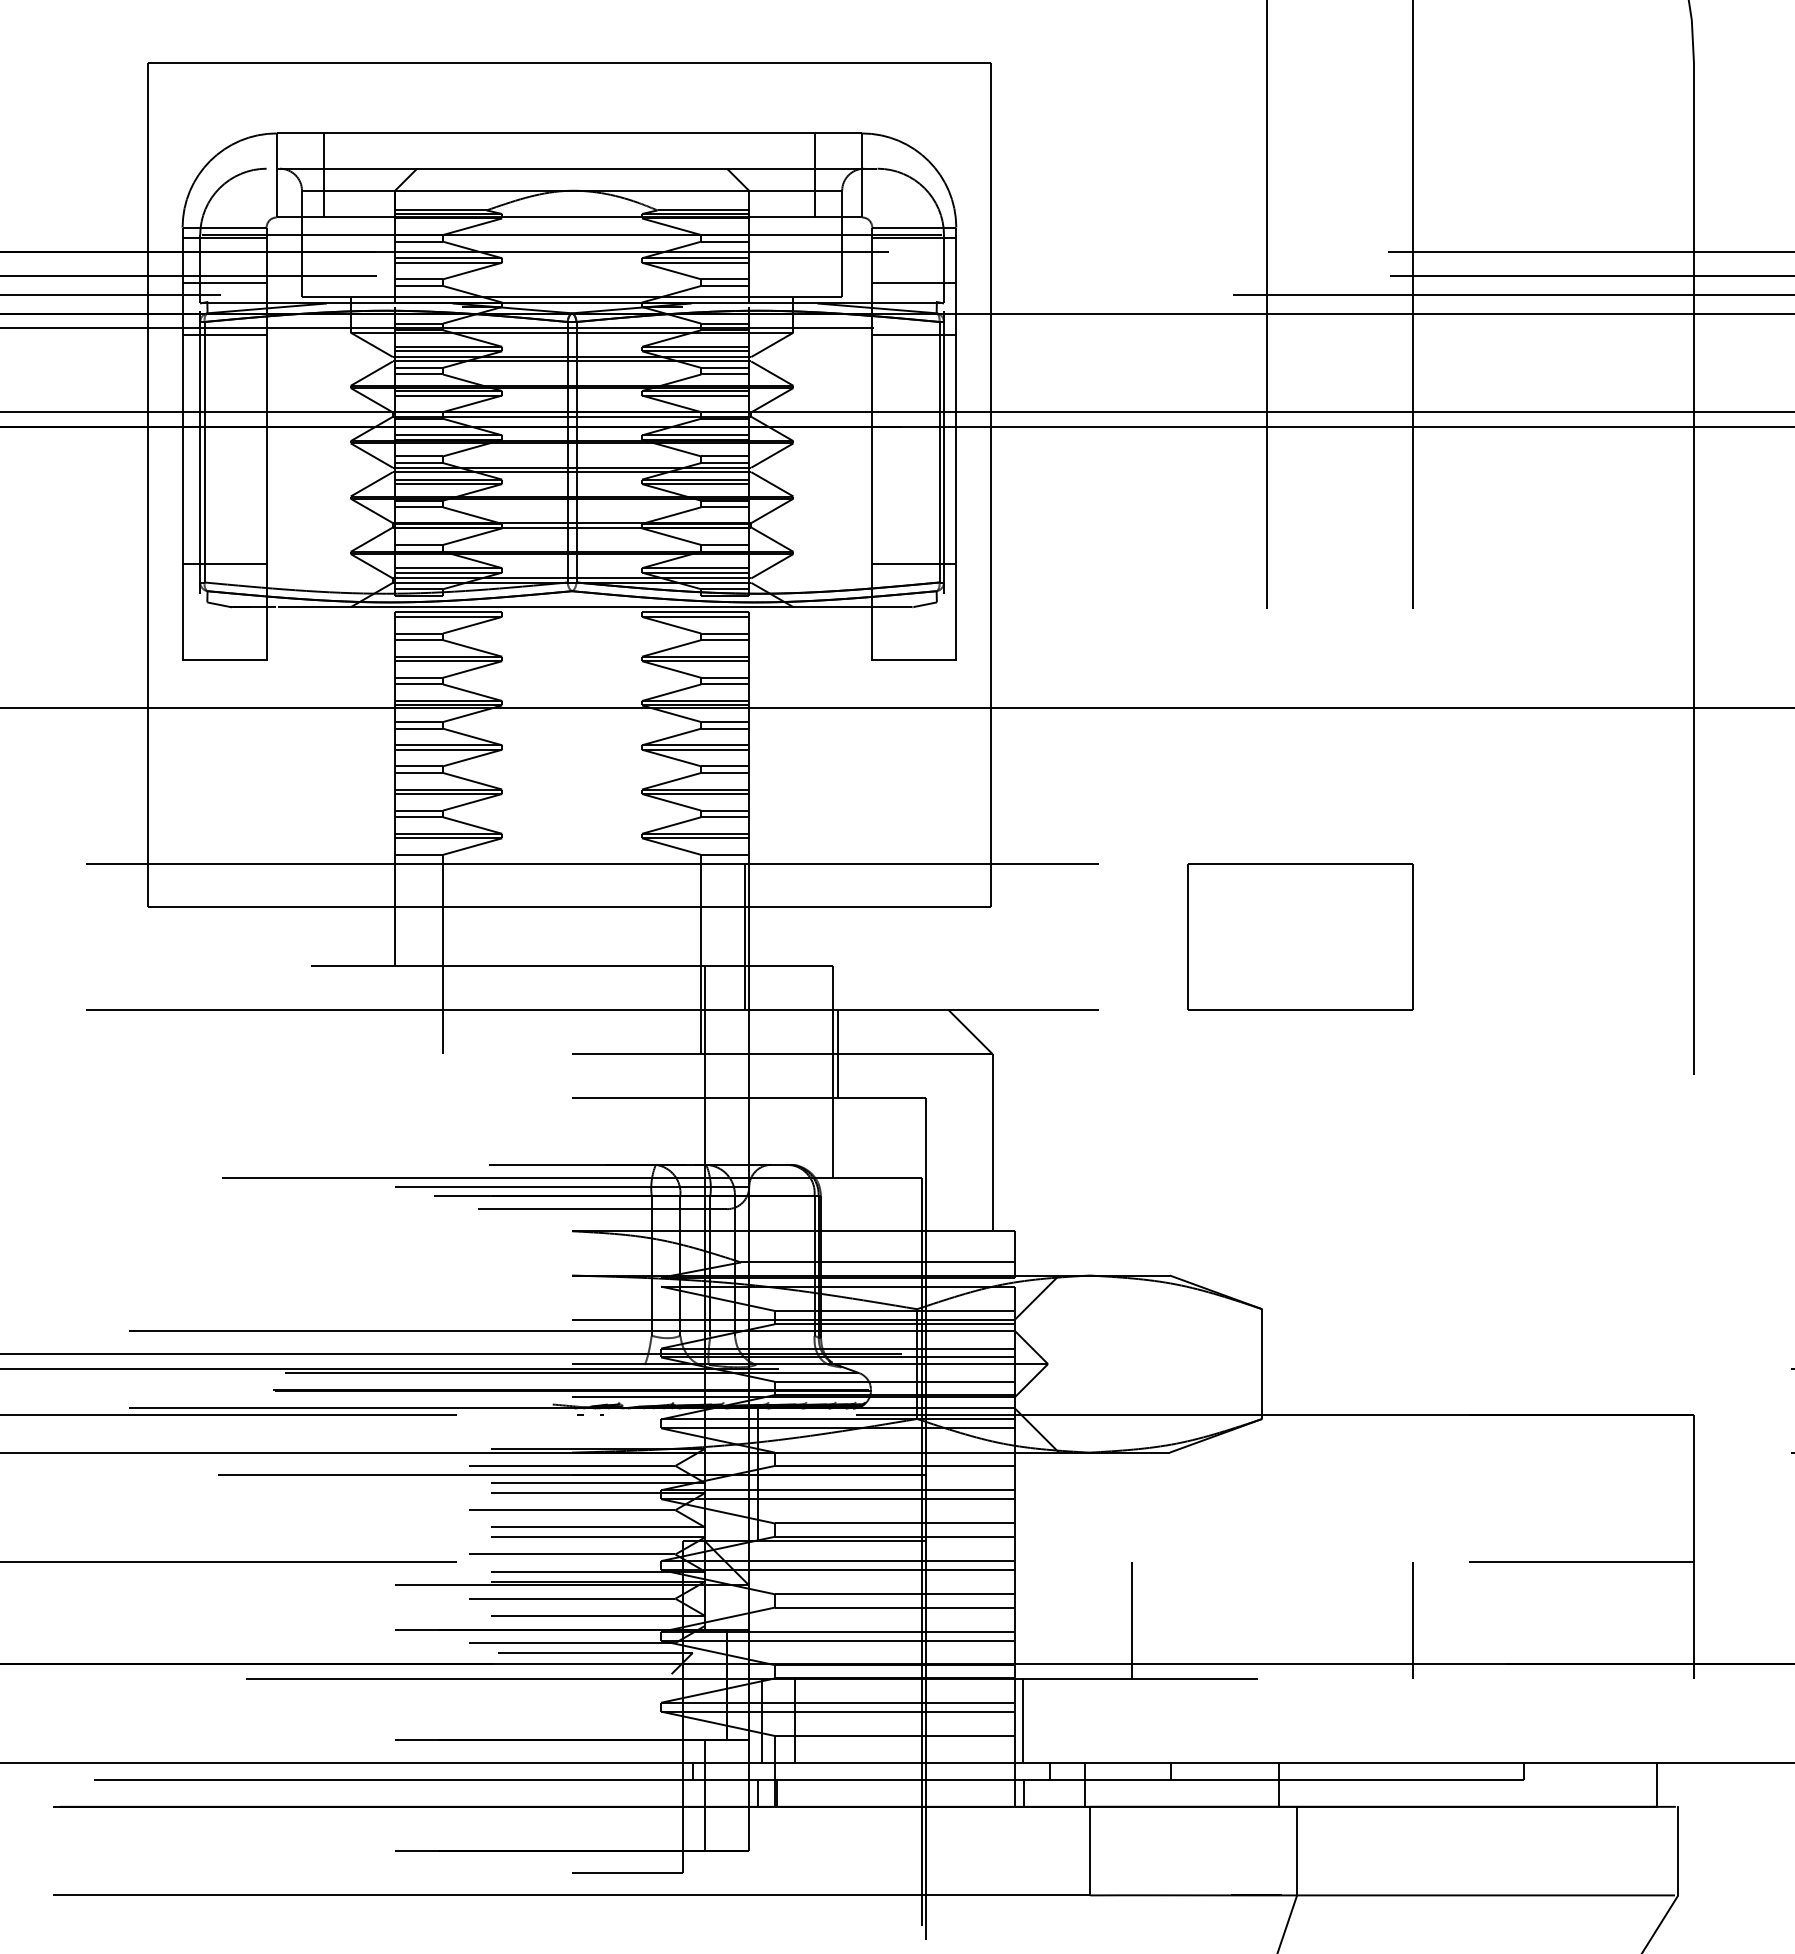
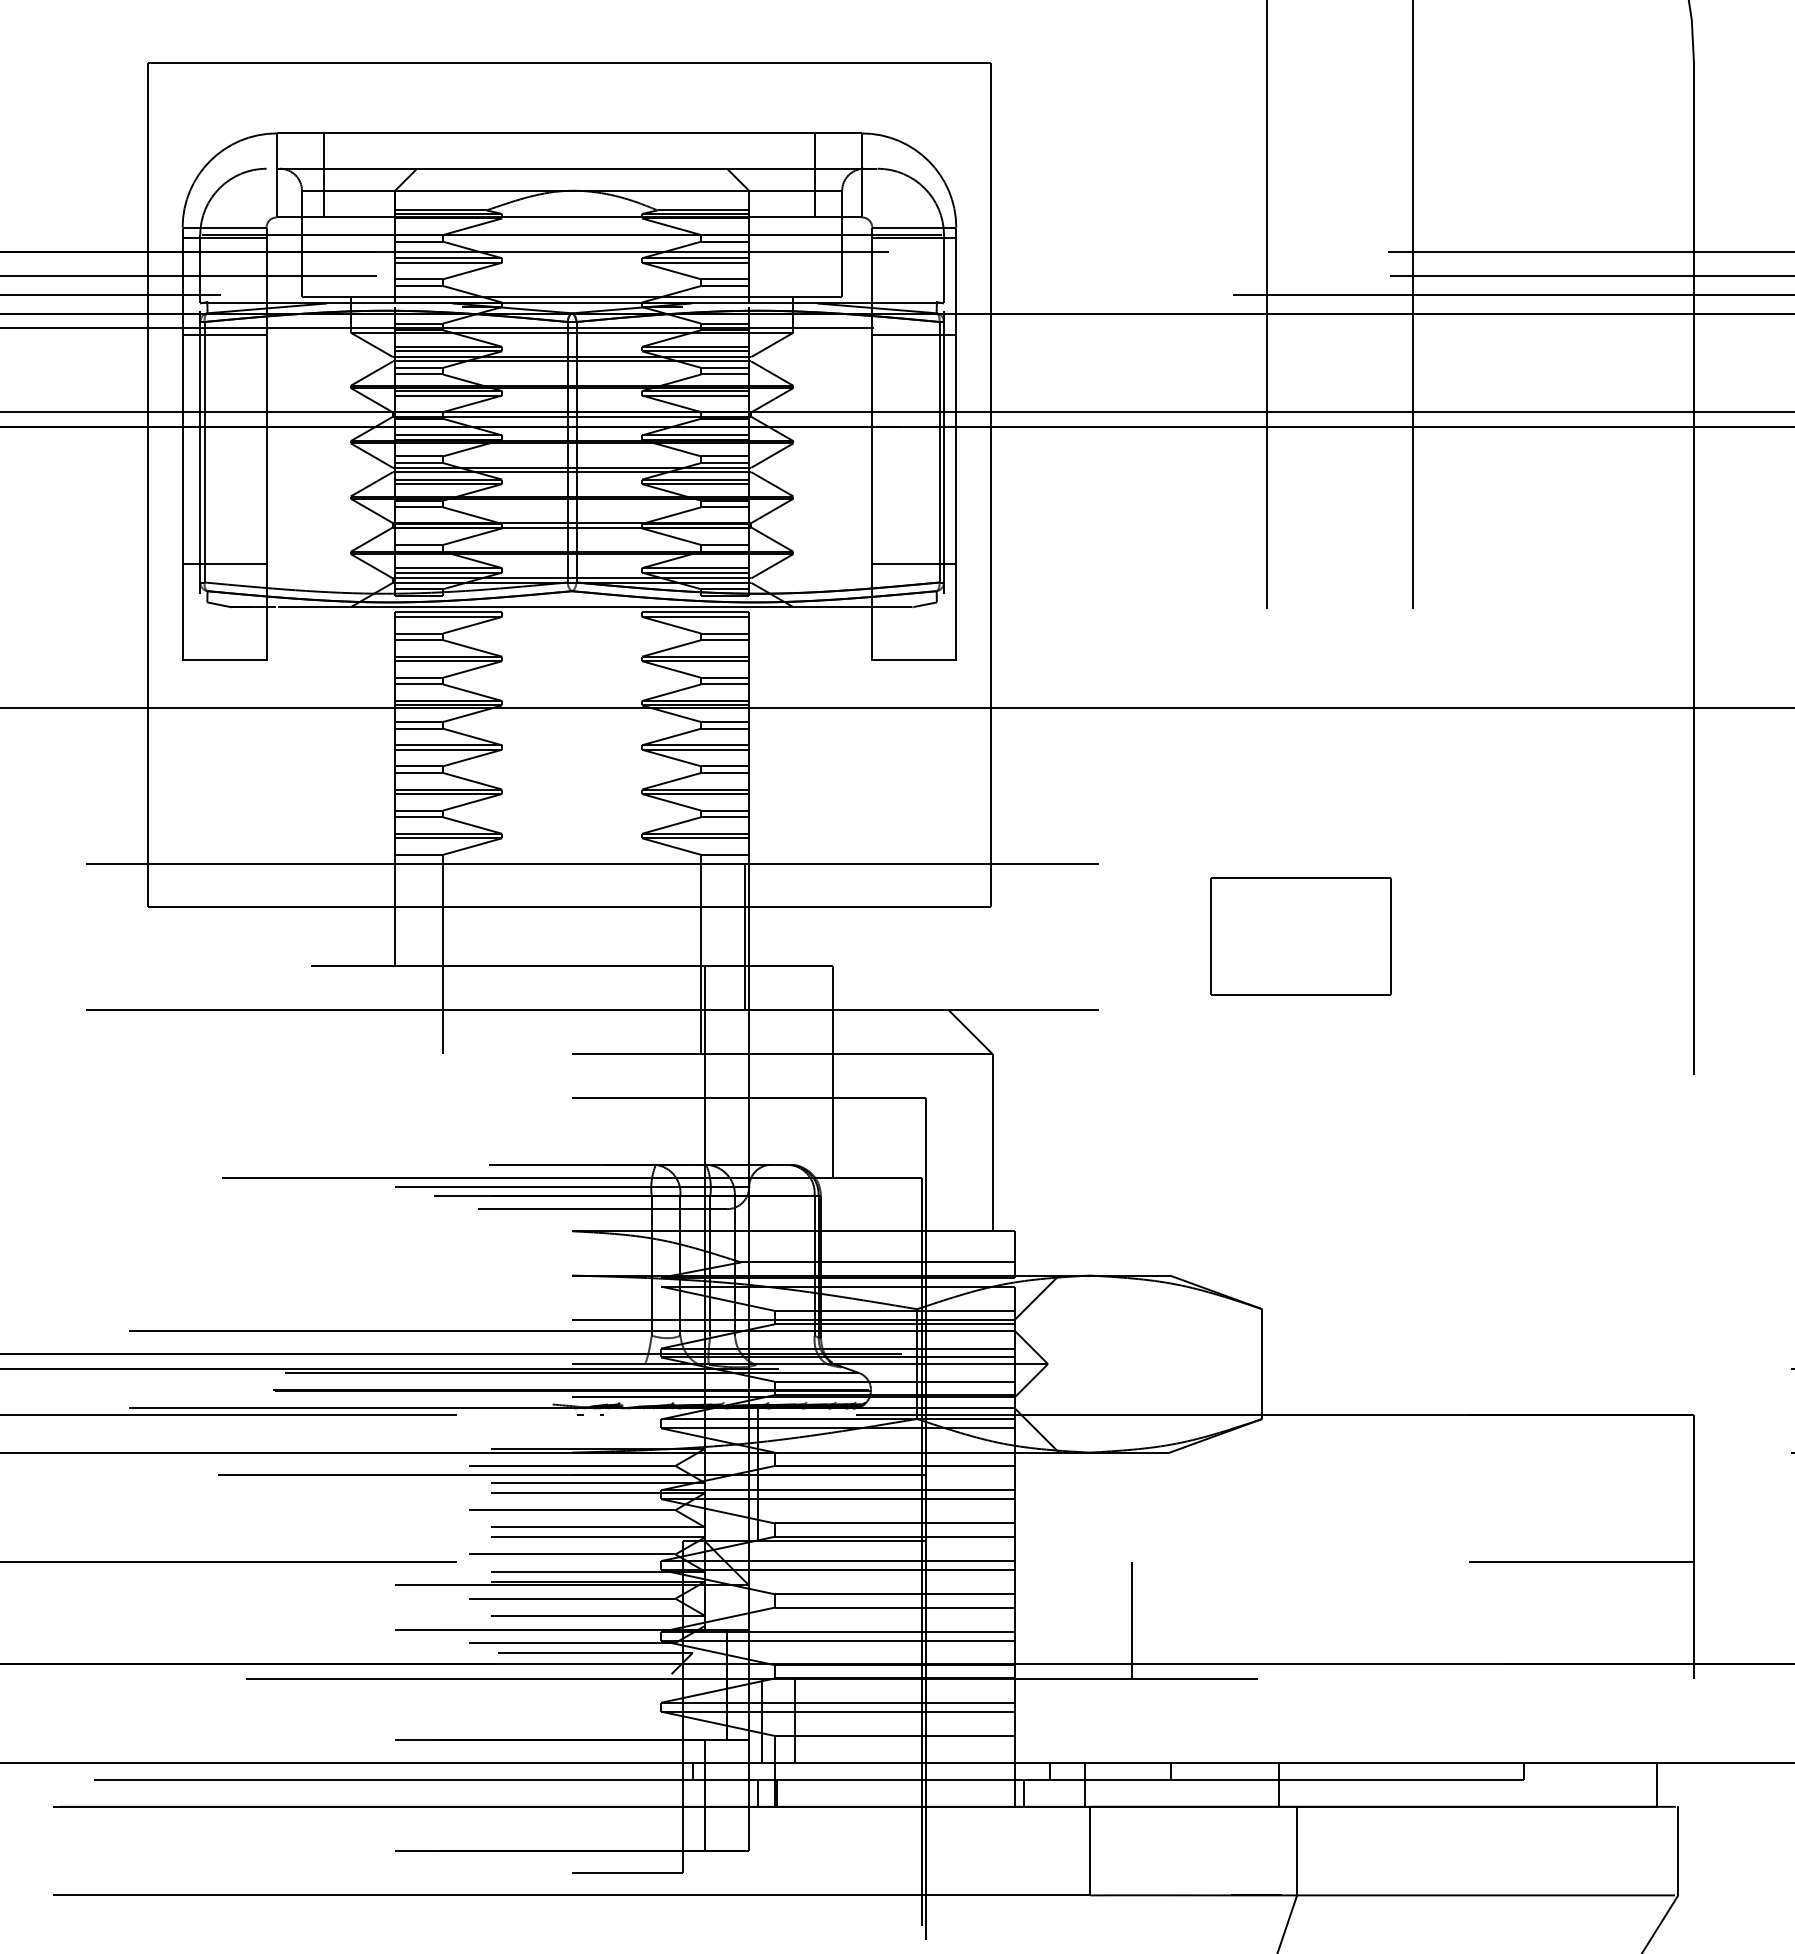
line at (224, 283): present -> none
line at (914, 283): present -> none
part at (1300, 936) size: 227x148 px -> 182x119 px
line at (837, 1053): present -> none
line at (1412, 1619): present -> none
line at (1022, 1720): present -> none
